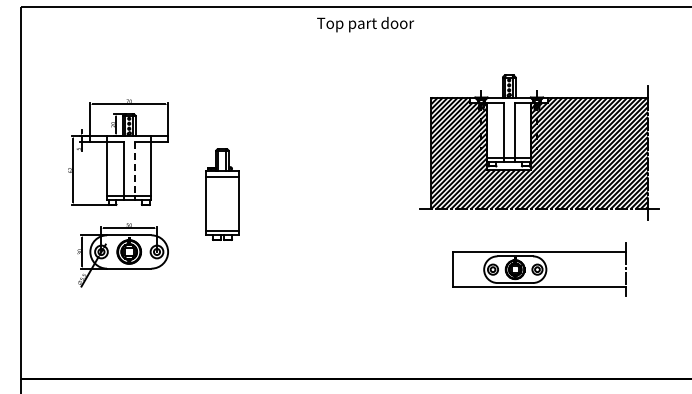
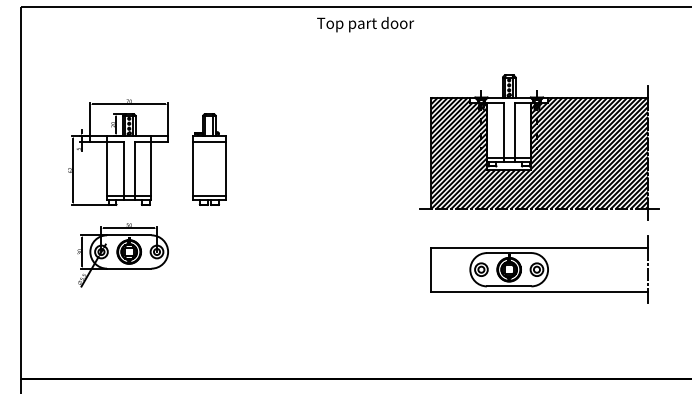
line at (134, 169): dashed -> solid
part at (222, 194) position: (222, 194) -> (209, 159)
part at (539, 269) size: 175x55 px -> 219x69 px
